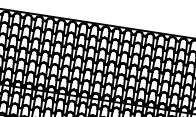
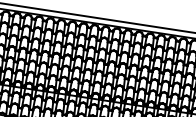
line at (97, 17): none -> present
